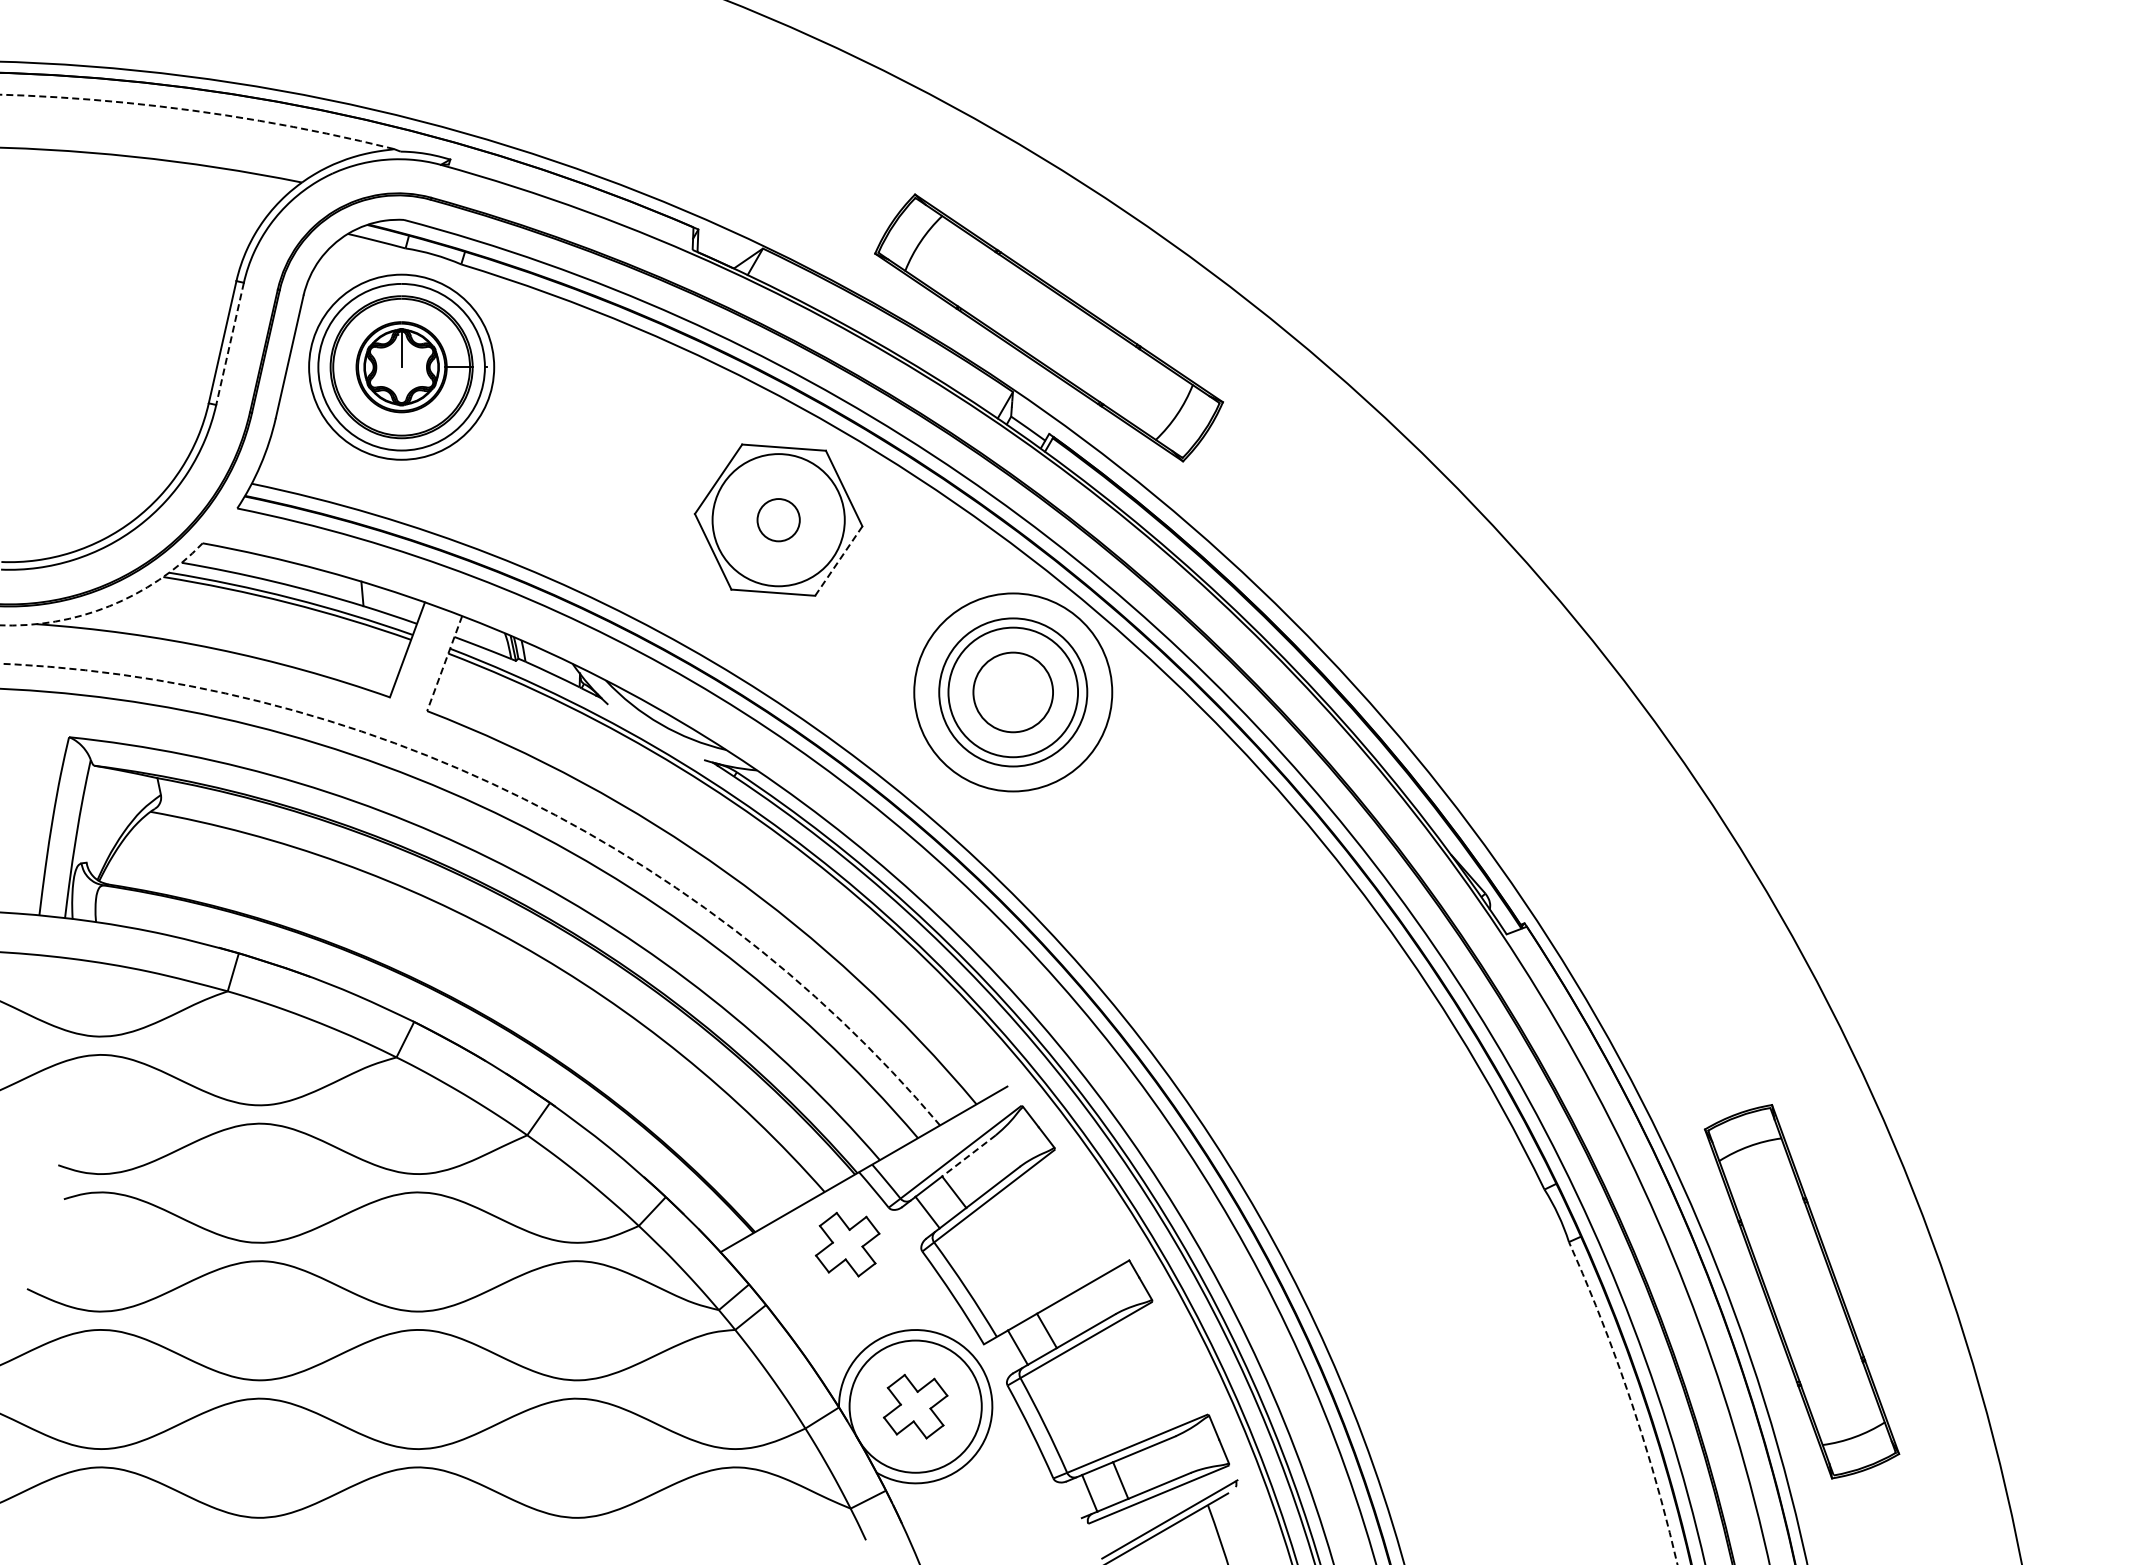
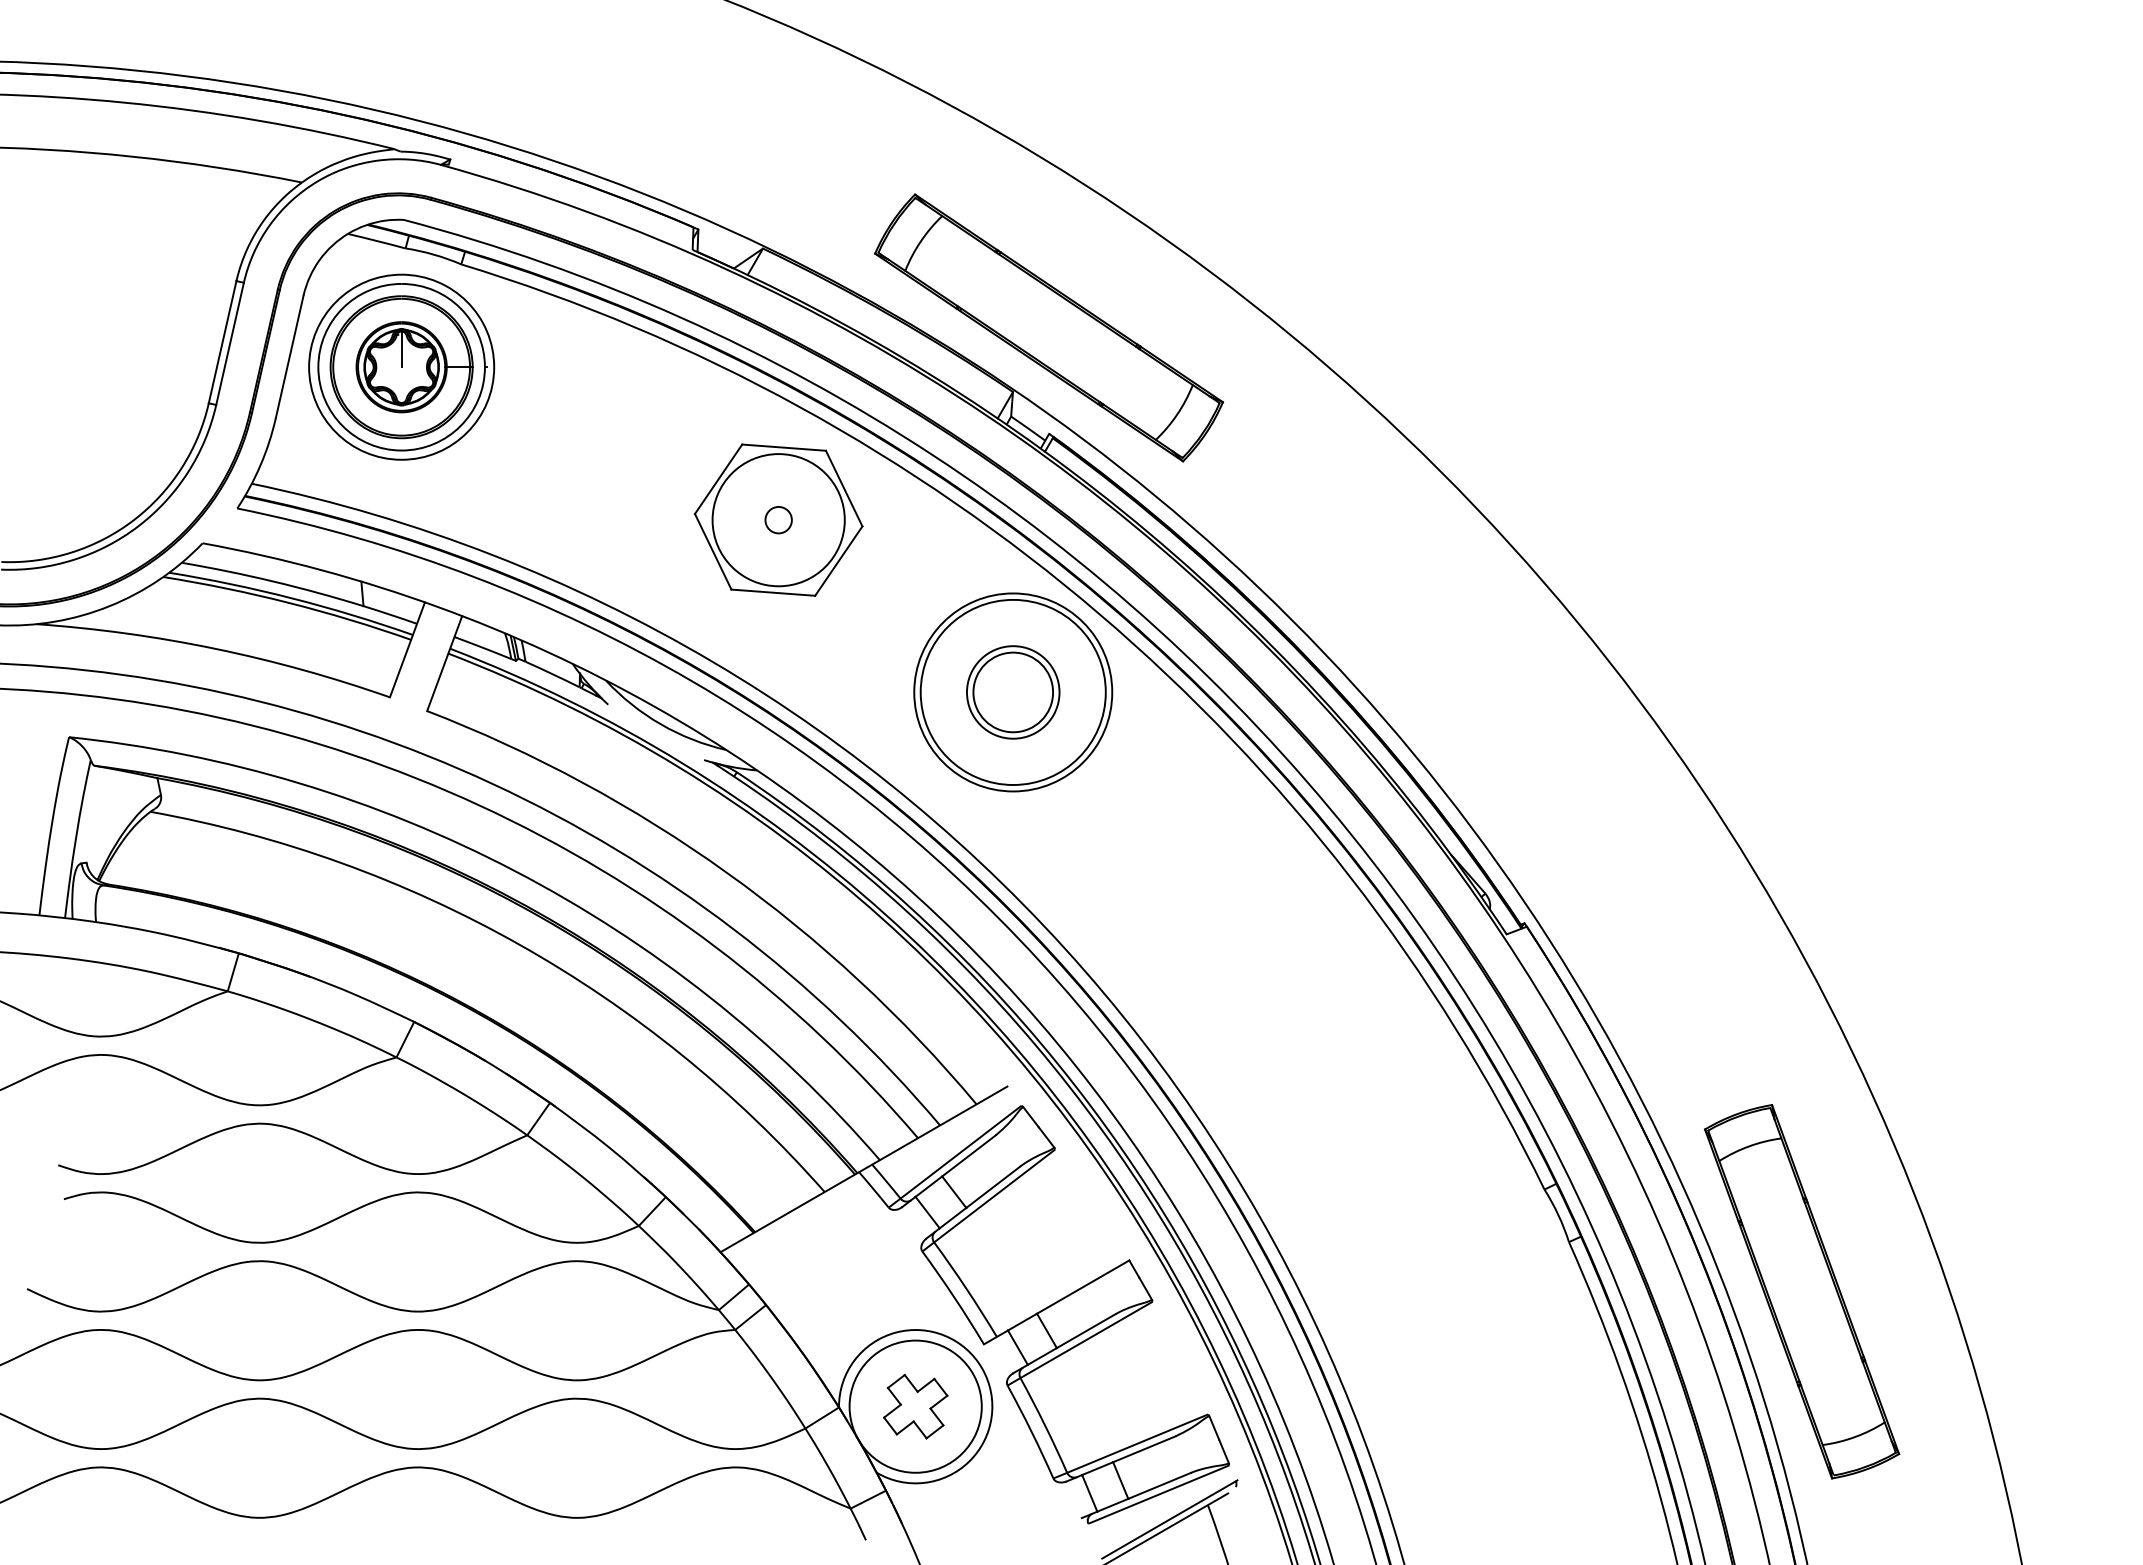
arc at (199, 111): dashed -> solid
line at (230, 343): dashed -> solid
circle at (778, 520) diameter: 42 px -> 26 px
line at (838, 561): dashed -> solid
arc at (110, 605): dashed -> solid
line at (444, 663): dashed -> solid
circle at (1013, 692) diameter: 130 px -> 185 px
circle at (1013, 692) diameter: 148 px -> 93 px
arc at (517, 796): dashed -> solid
line at (969, 1155): dashed -> solid
part at (847, 1244): present -> none
arc at (1630, 1400): dashed -> solid
